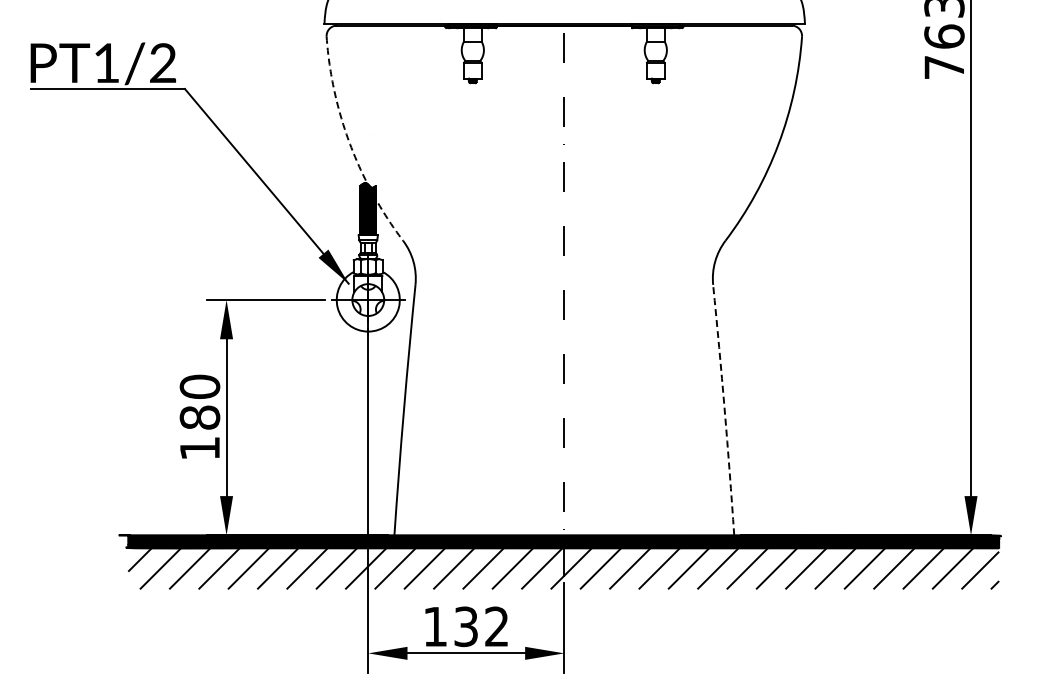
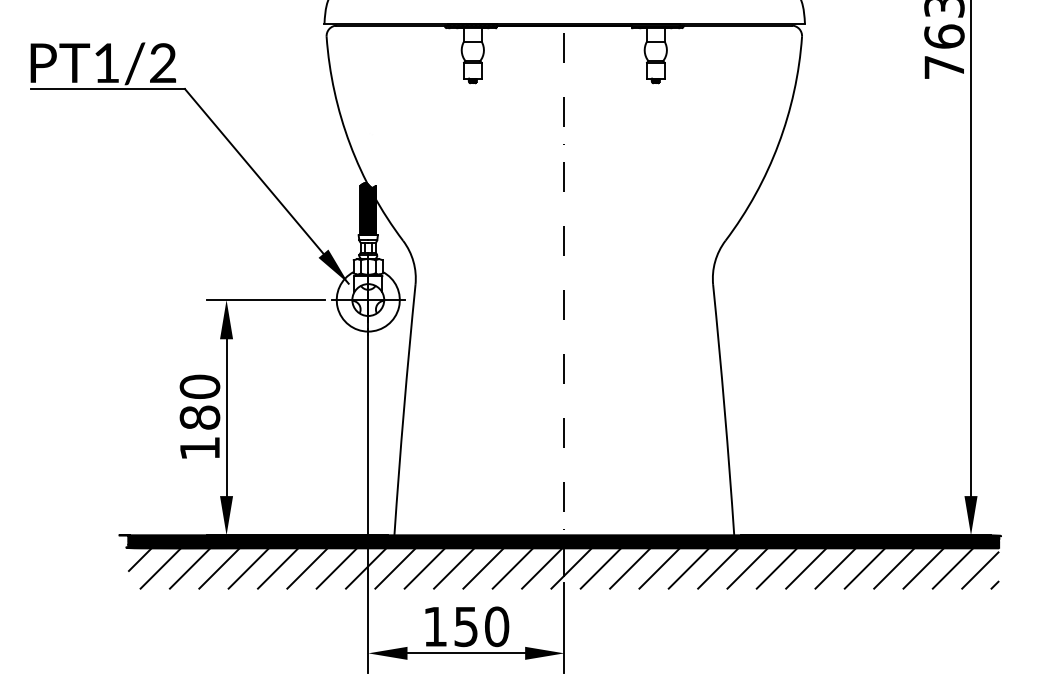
arc at (350, 144): dashed -> solid
arc at (724, 410): dashed -> solid
text at (482, 626): 132 -> 150
